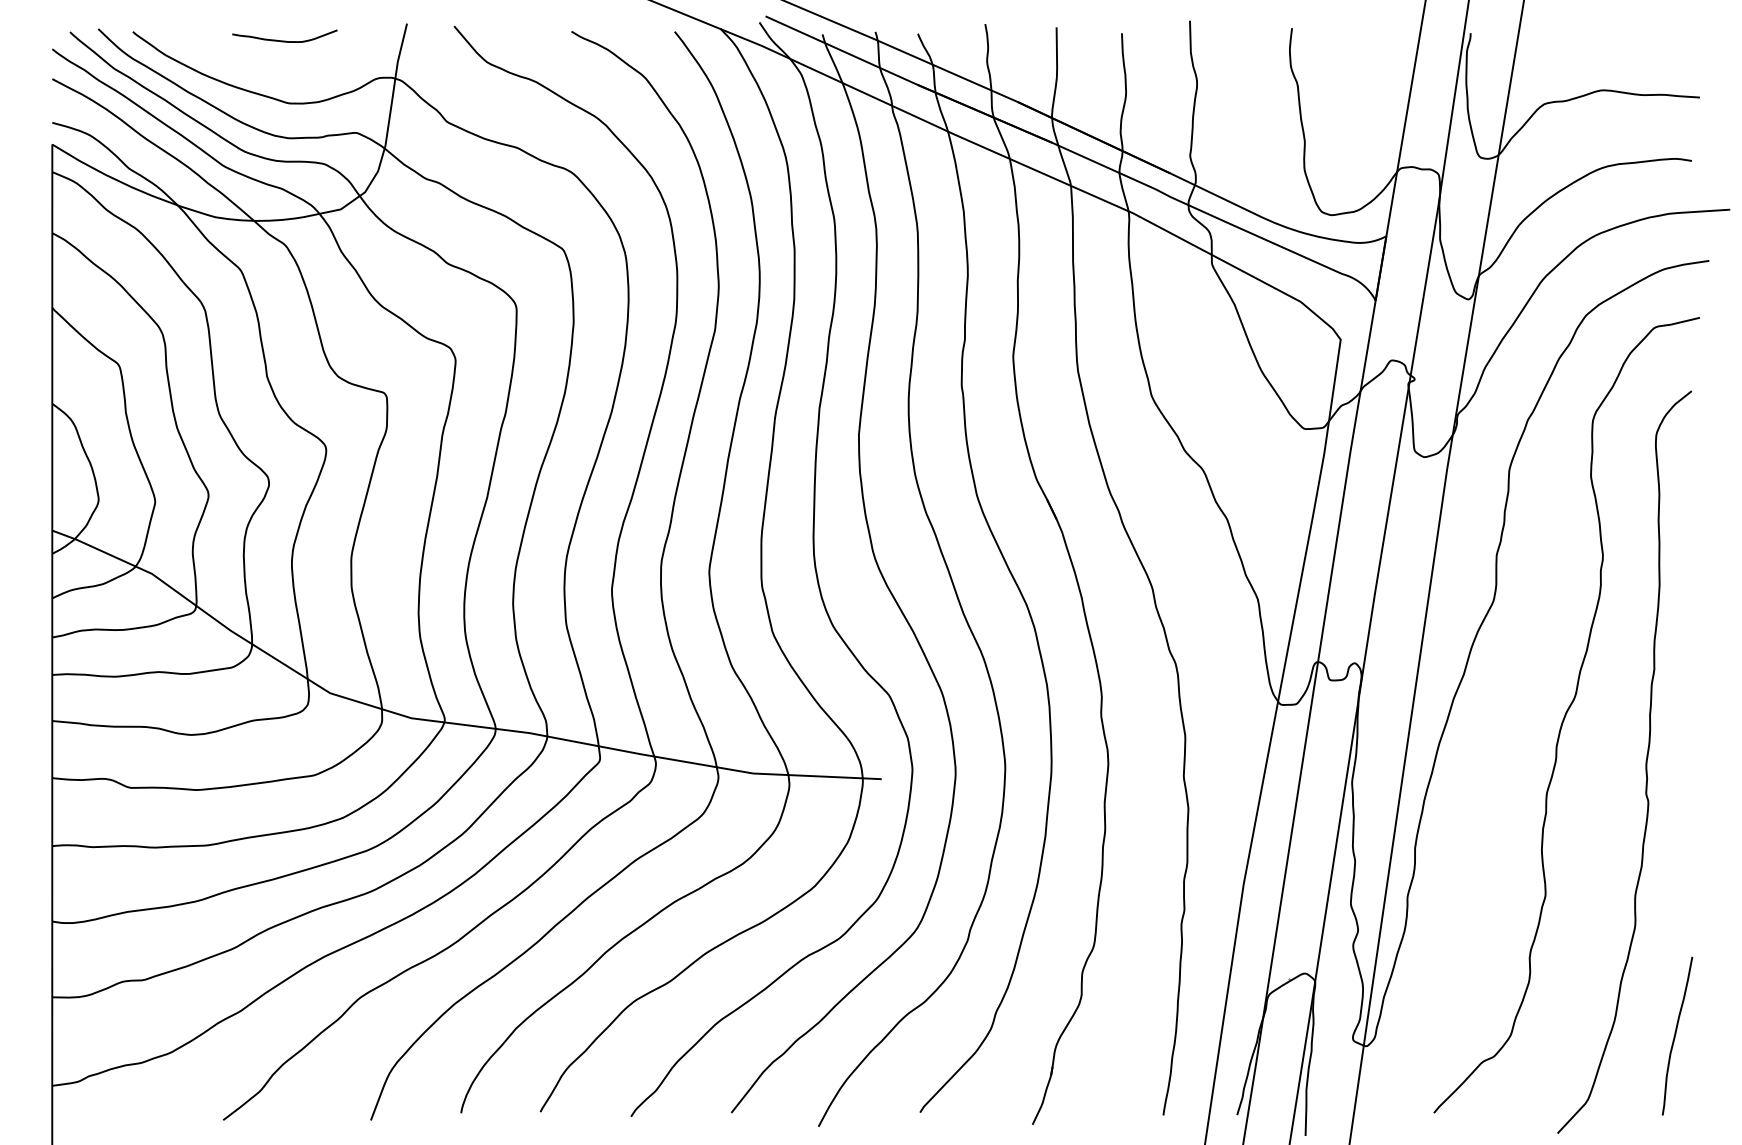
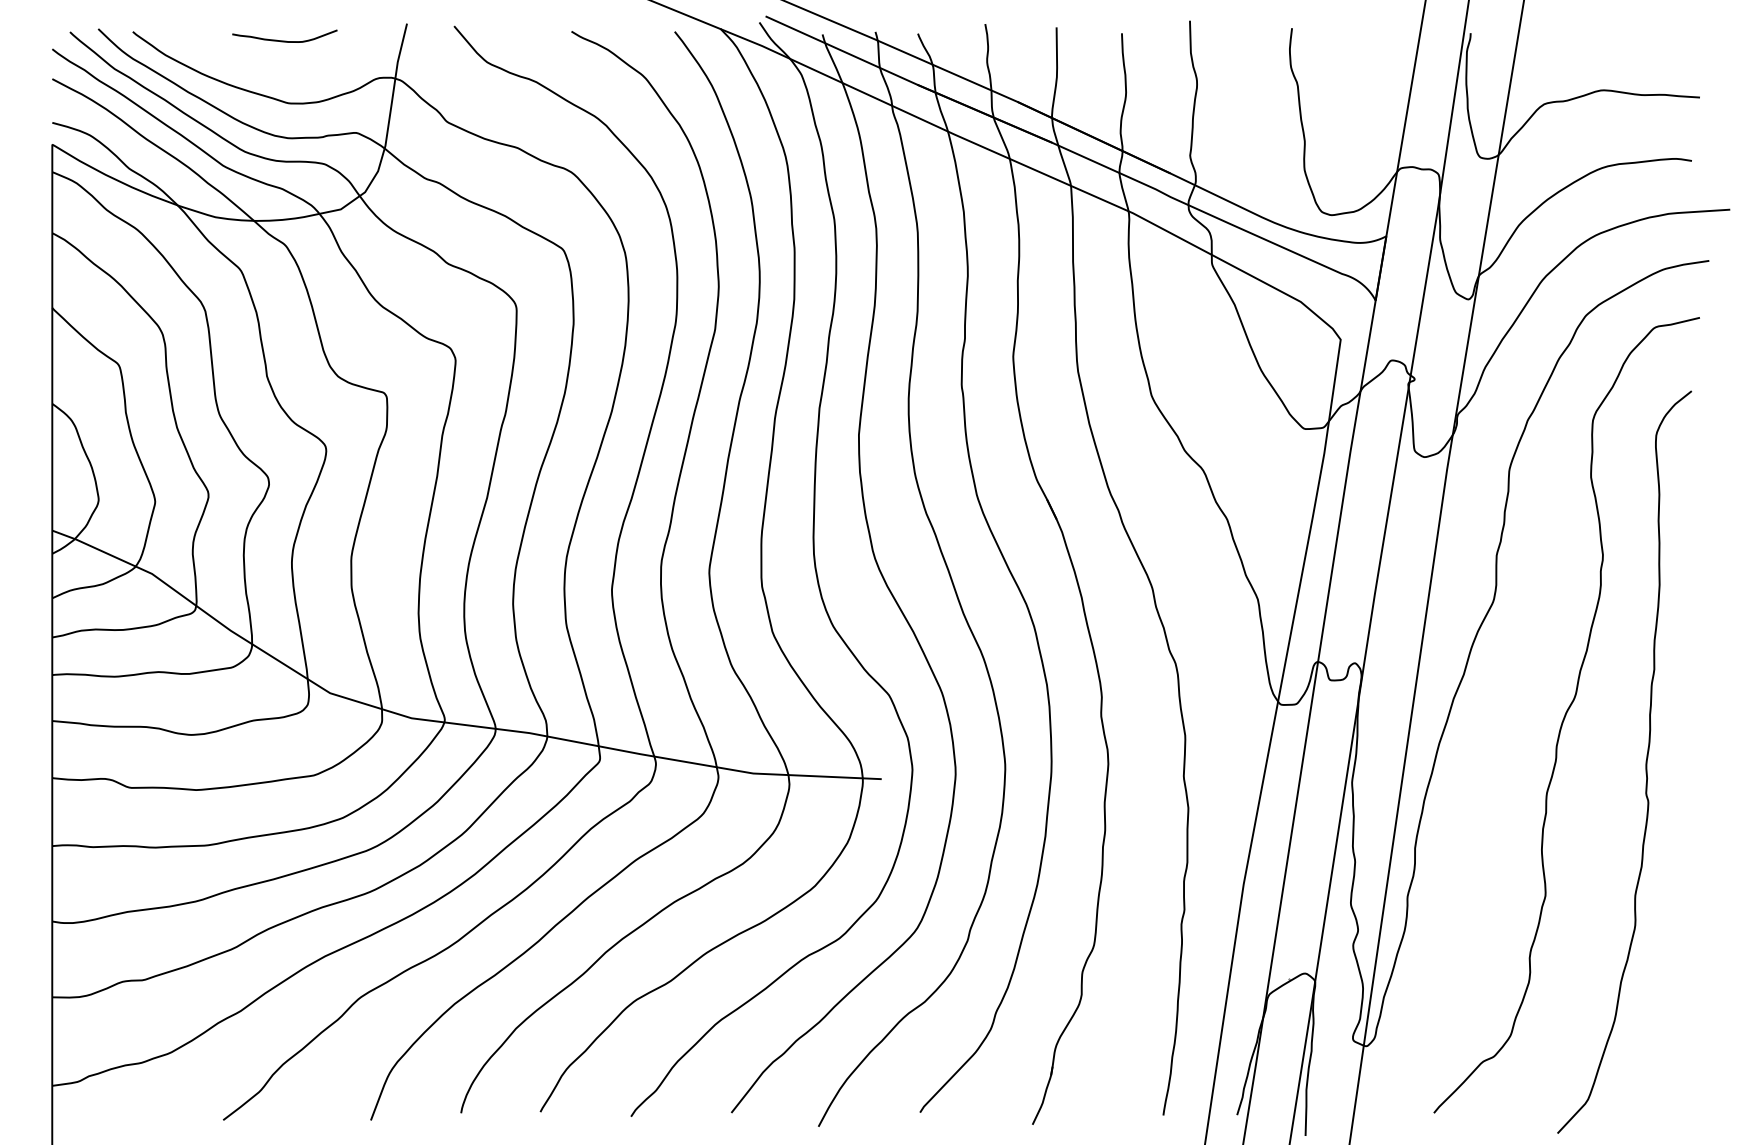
curve at (1676, 1034): present -> none
